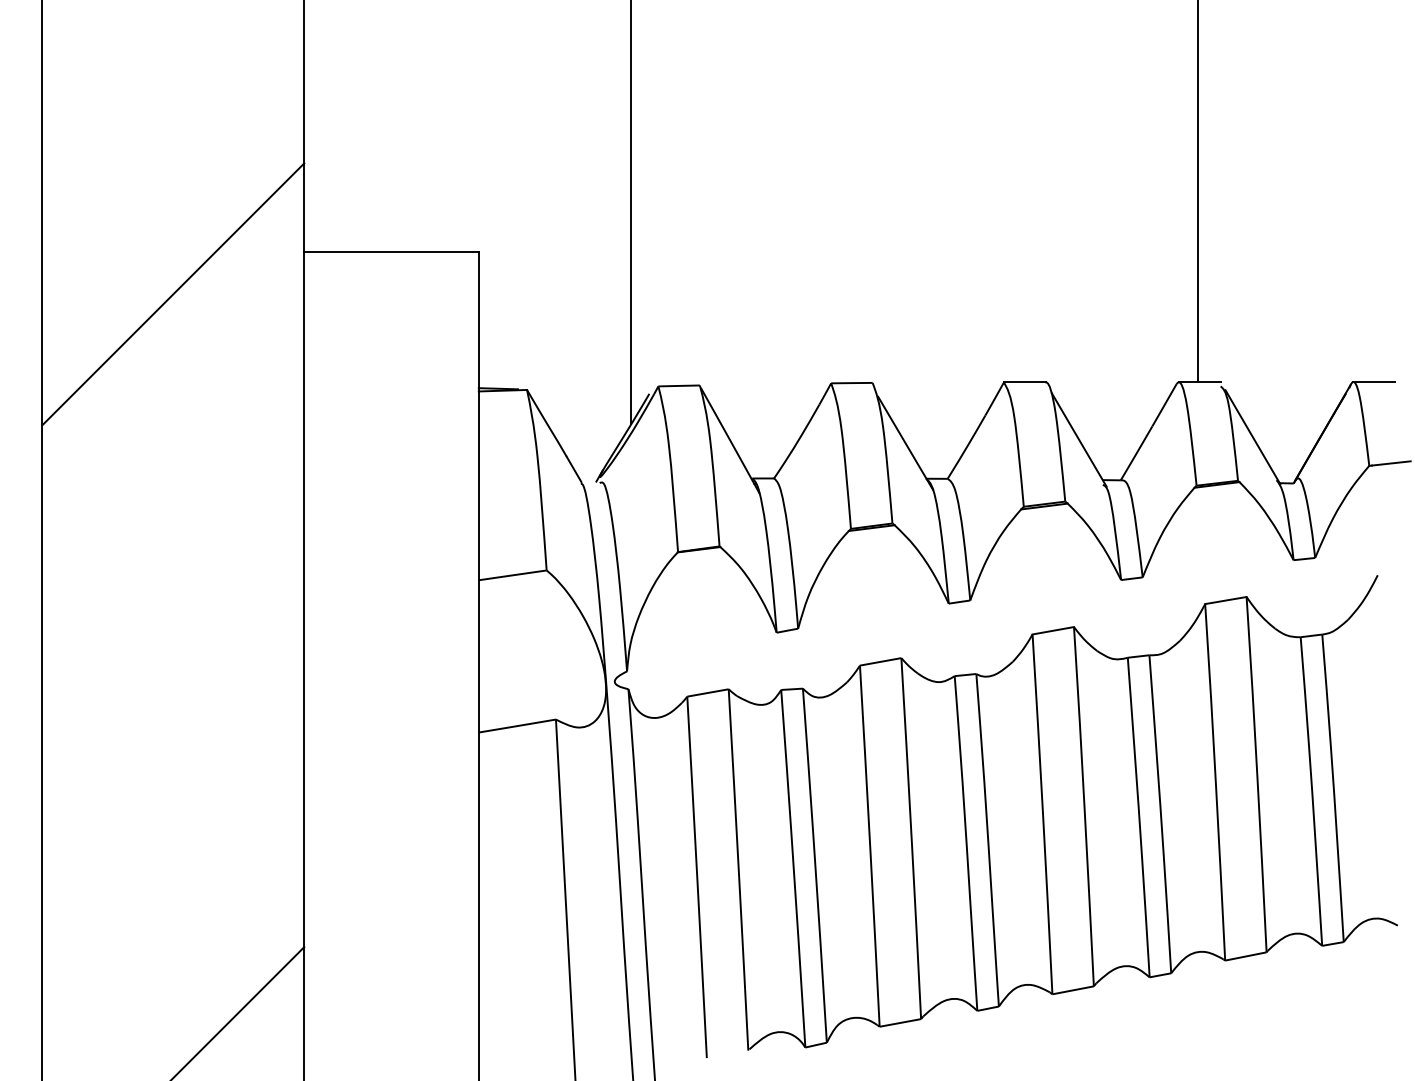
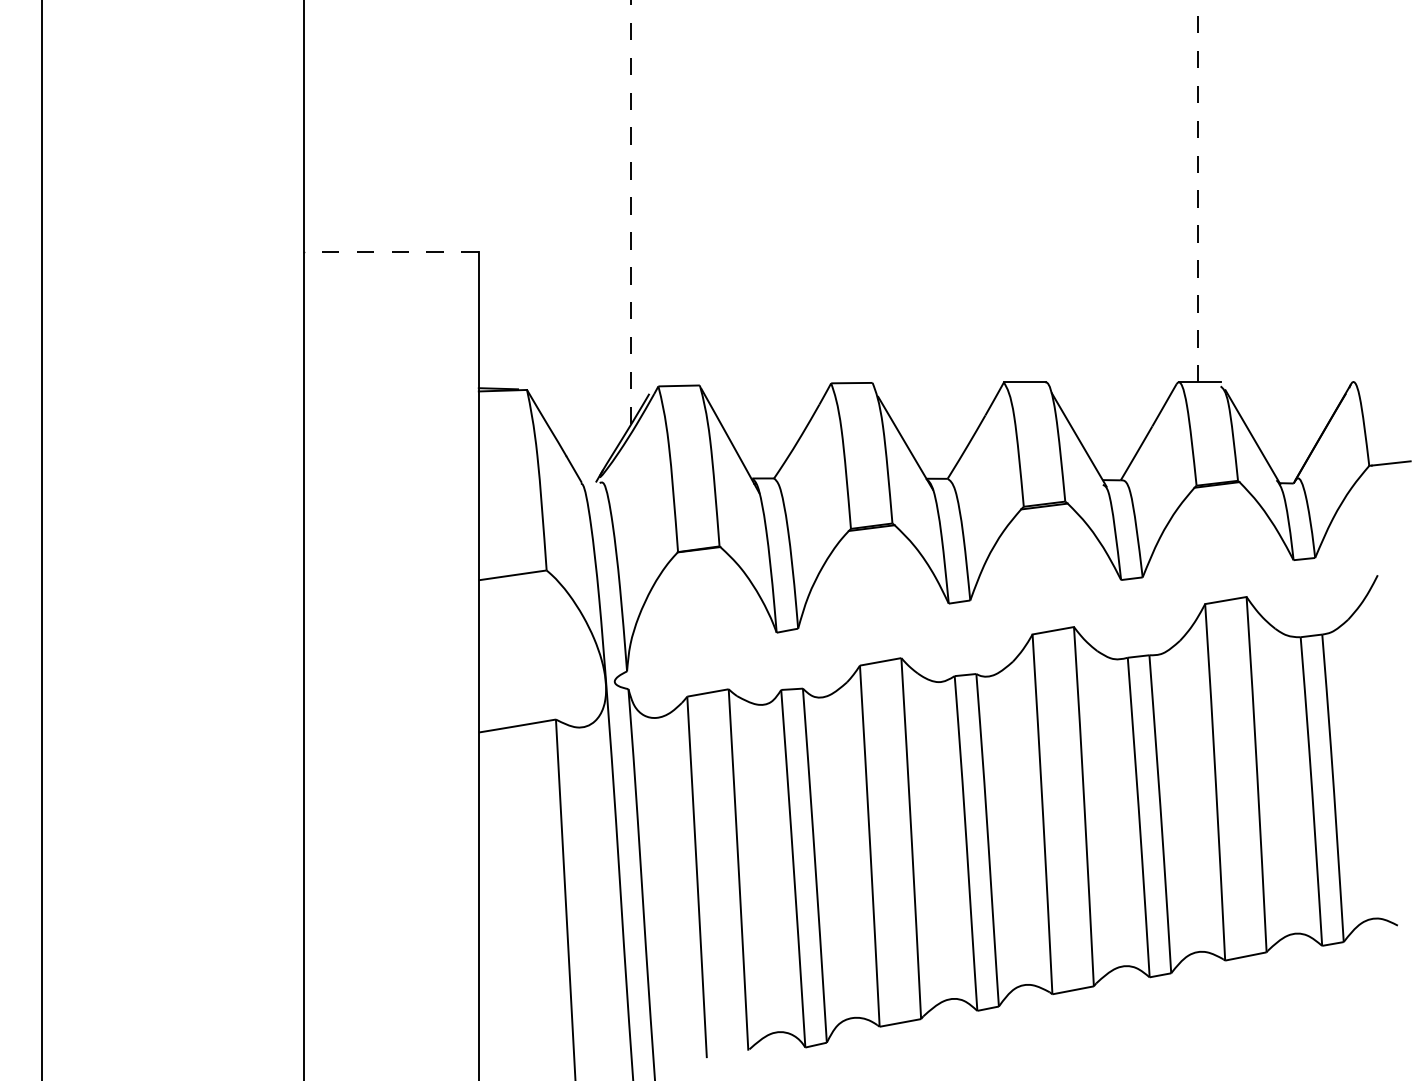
line at (1198, 191): solid -> dashed
line at (631, 212): solid -> dashed
line at (391, 251): solid -> dashed
line at (173, 294): present -> none
line at (1374, 382): present -> none
line at (239, 1012): present -> none
